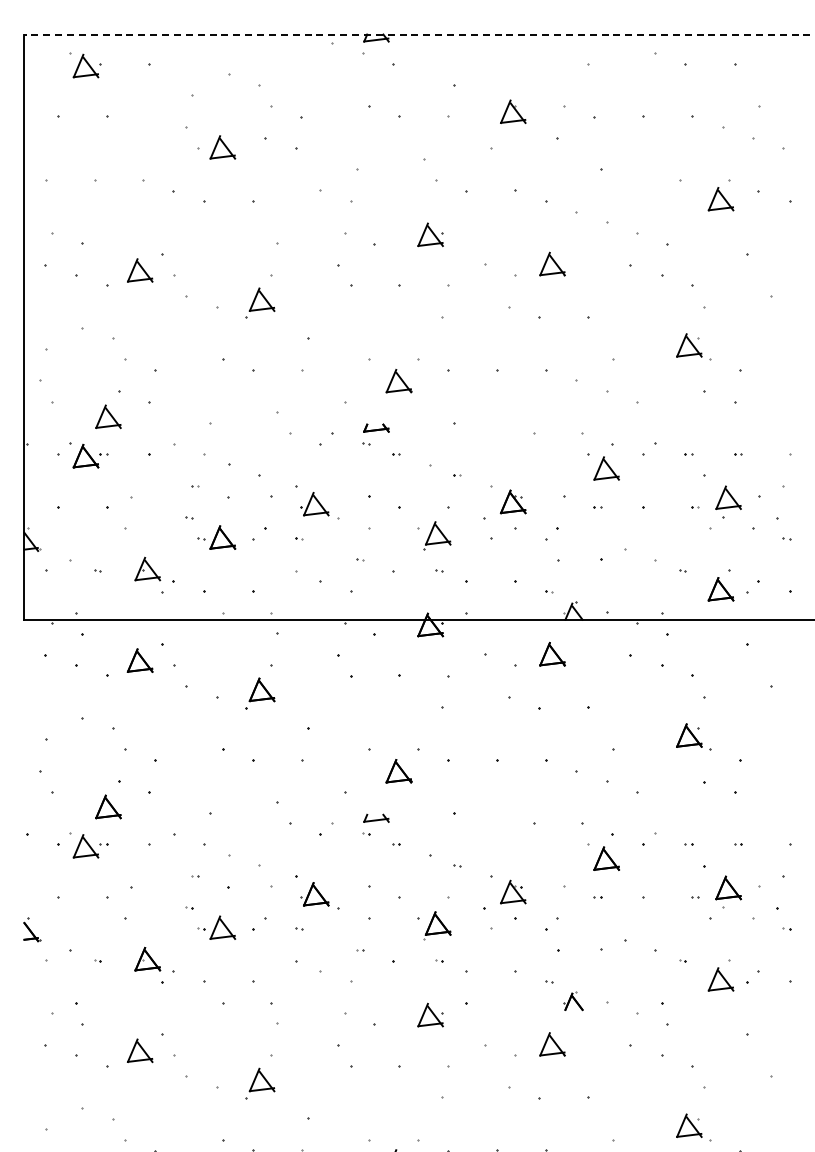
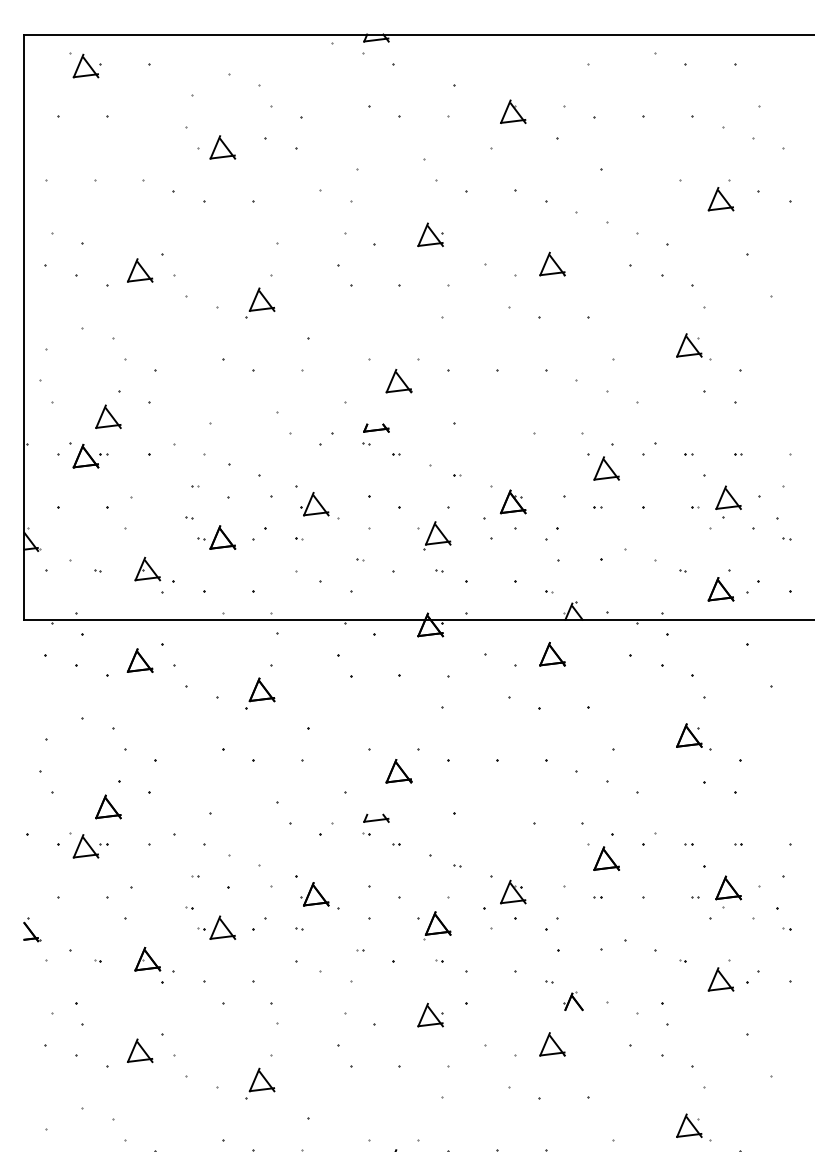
line at (419, 34): dashed -> solid
